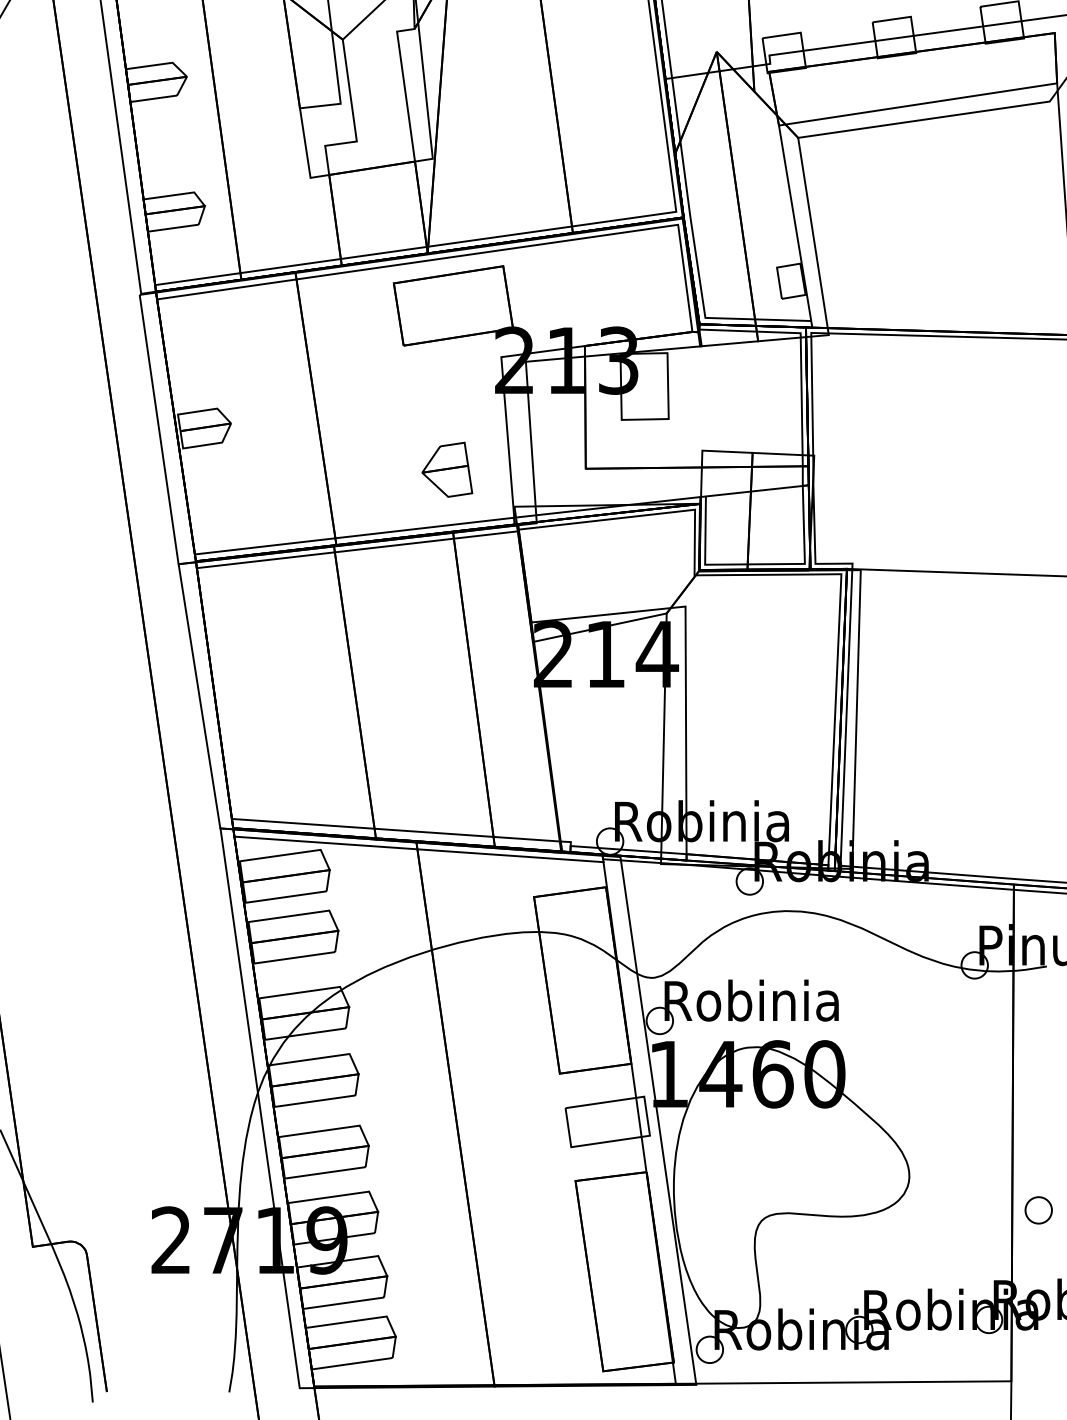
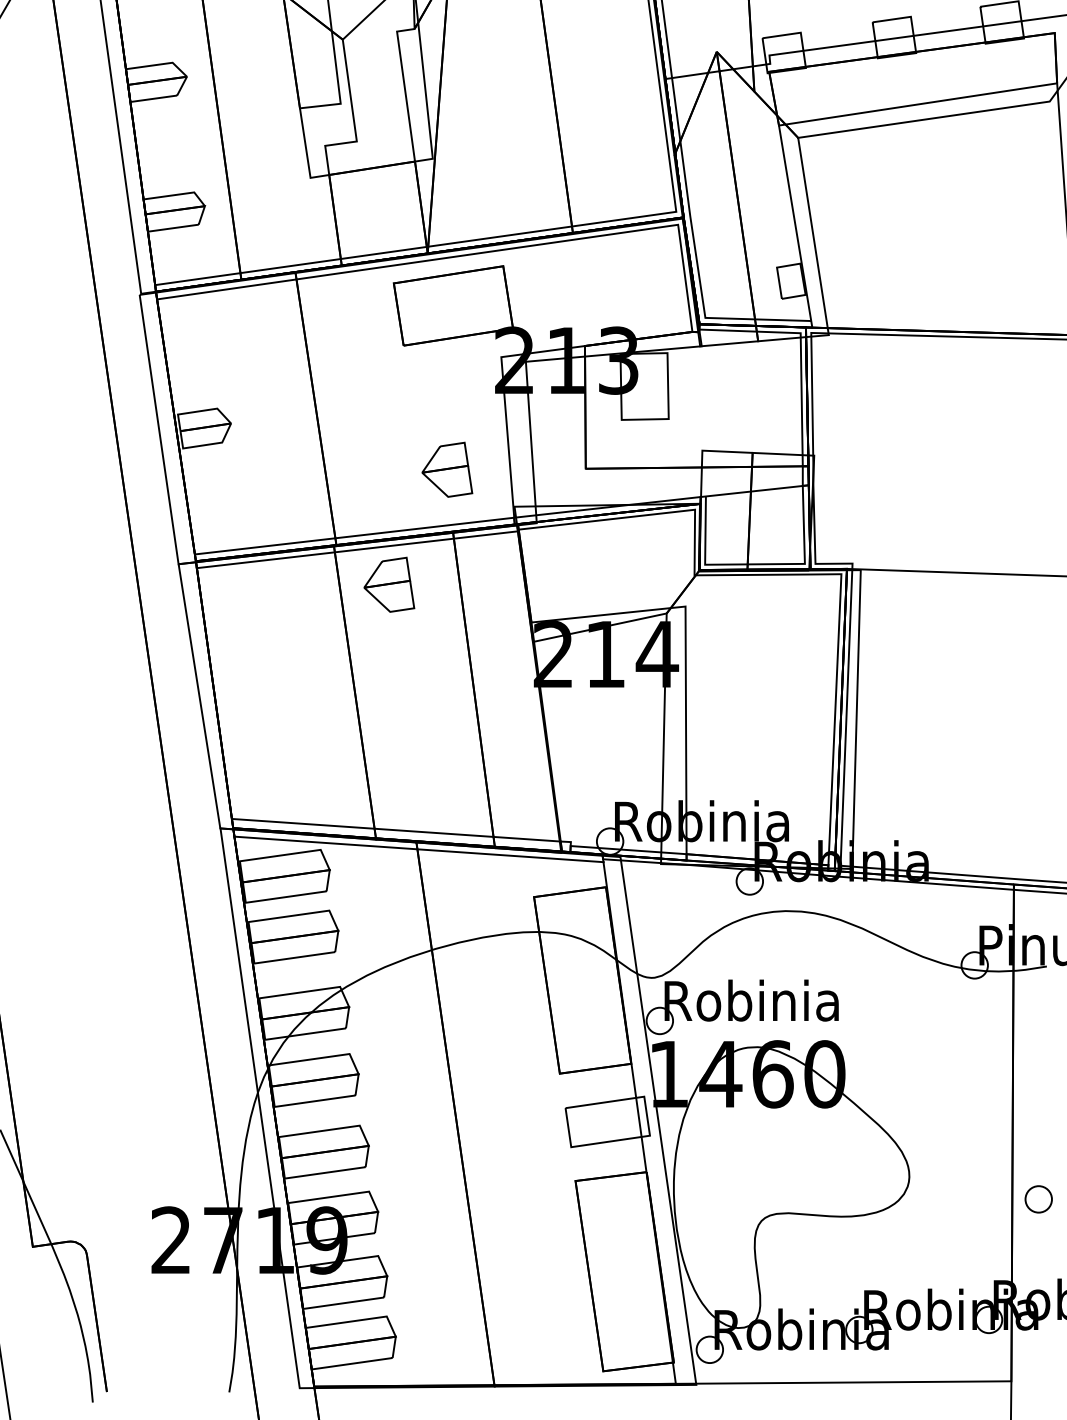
part at (389, 584): none -> present
part at (1038, 1210) position: (1038, 1210) -> (1038, 1199)
